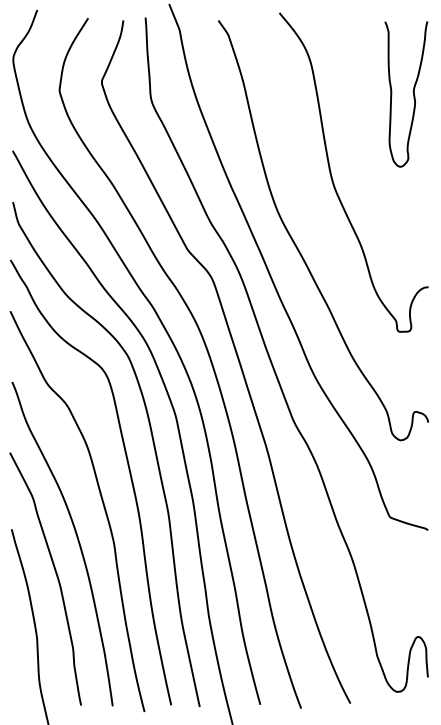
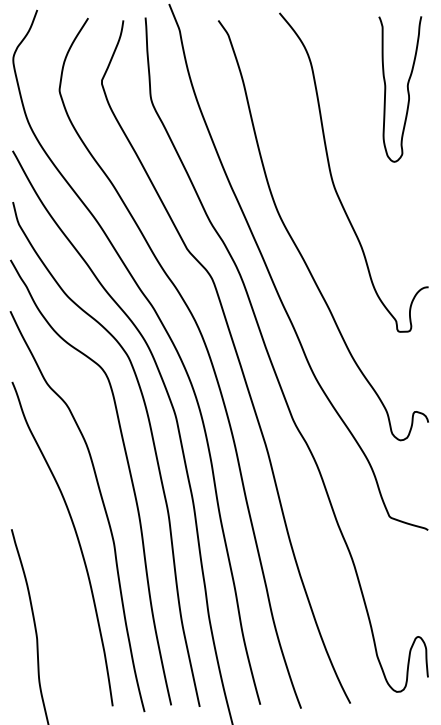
curve at (412, 91) position: (412, 91) -> (406, 86)
curve at (55, 574): present -> none
